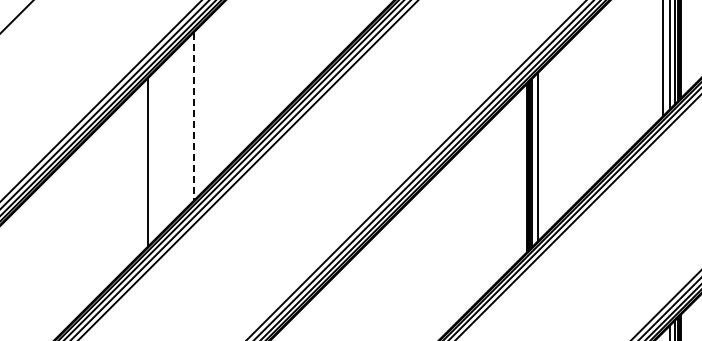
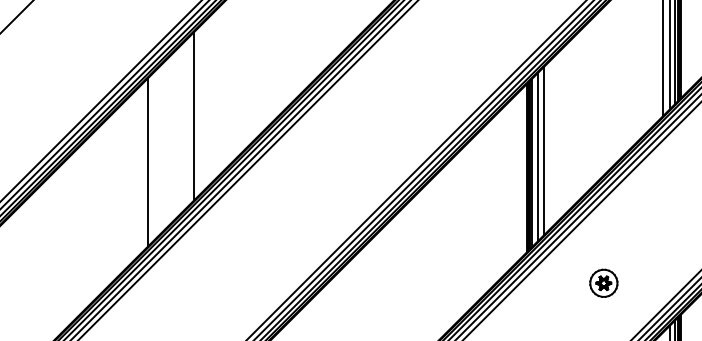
line at (193, 117): dashed -> solid
line at (544, 150): none -> present
line at (581, 220): none -> present
part at (603, 282): none -> present
